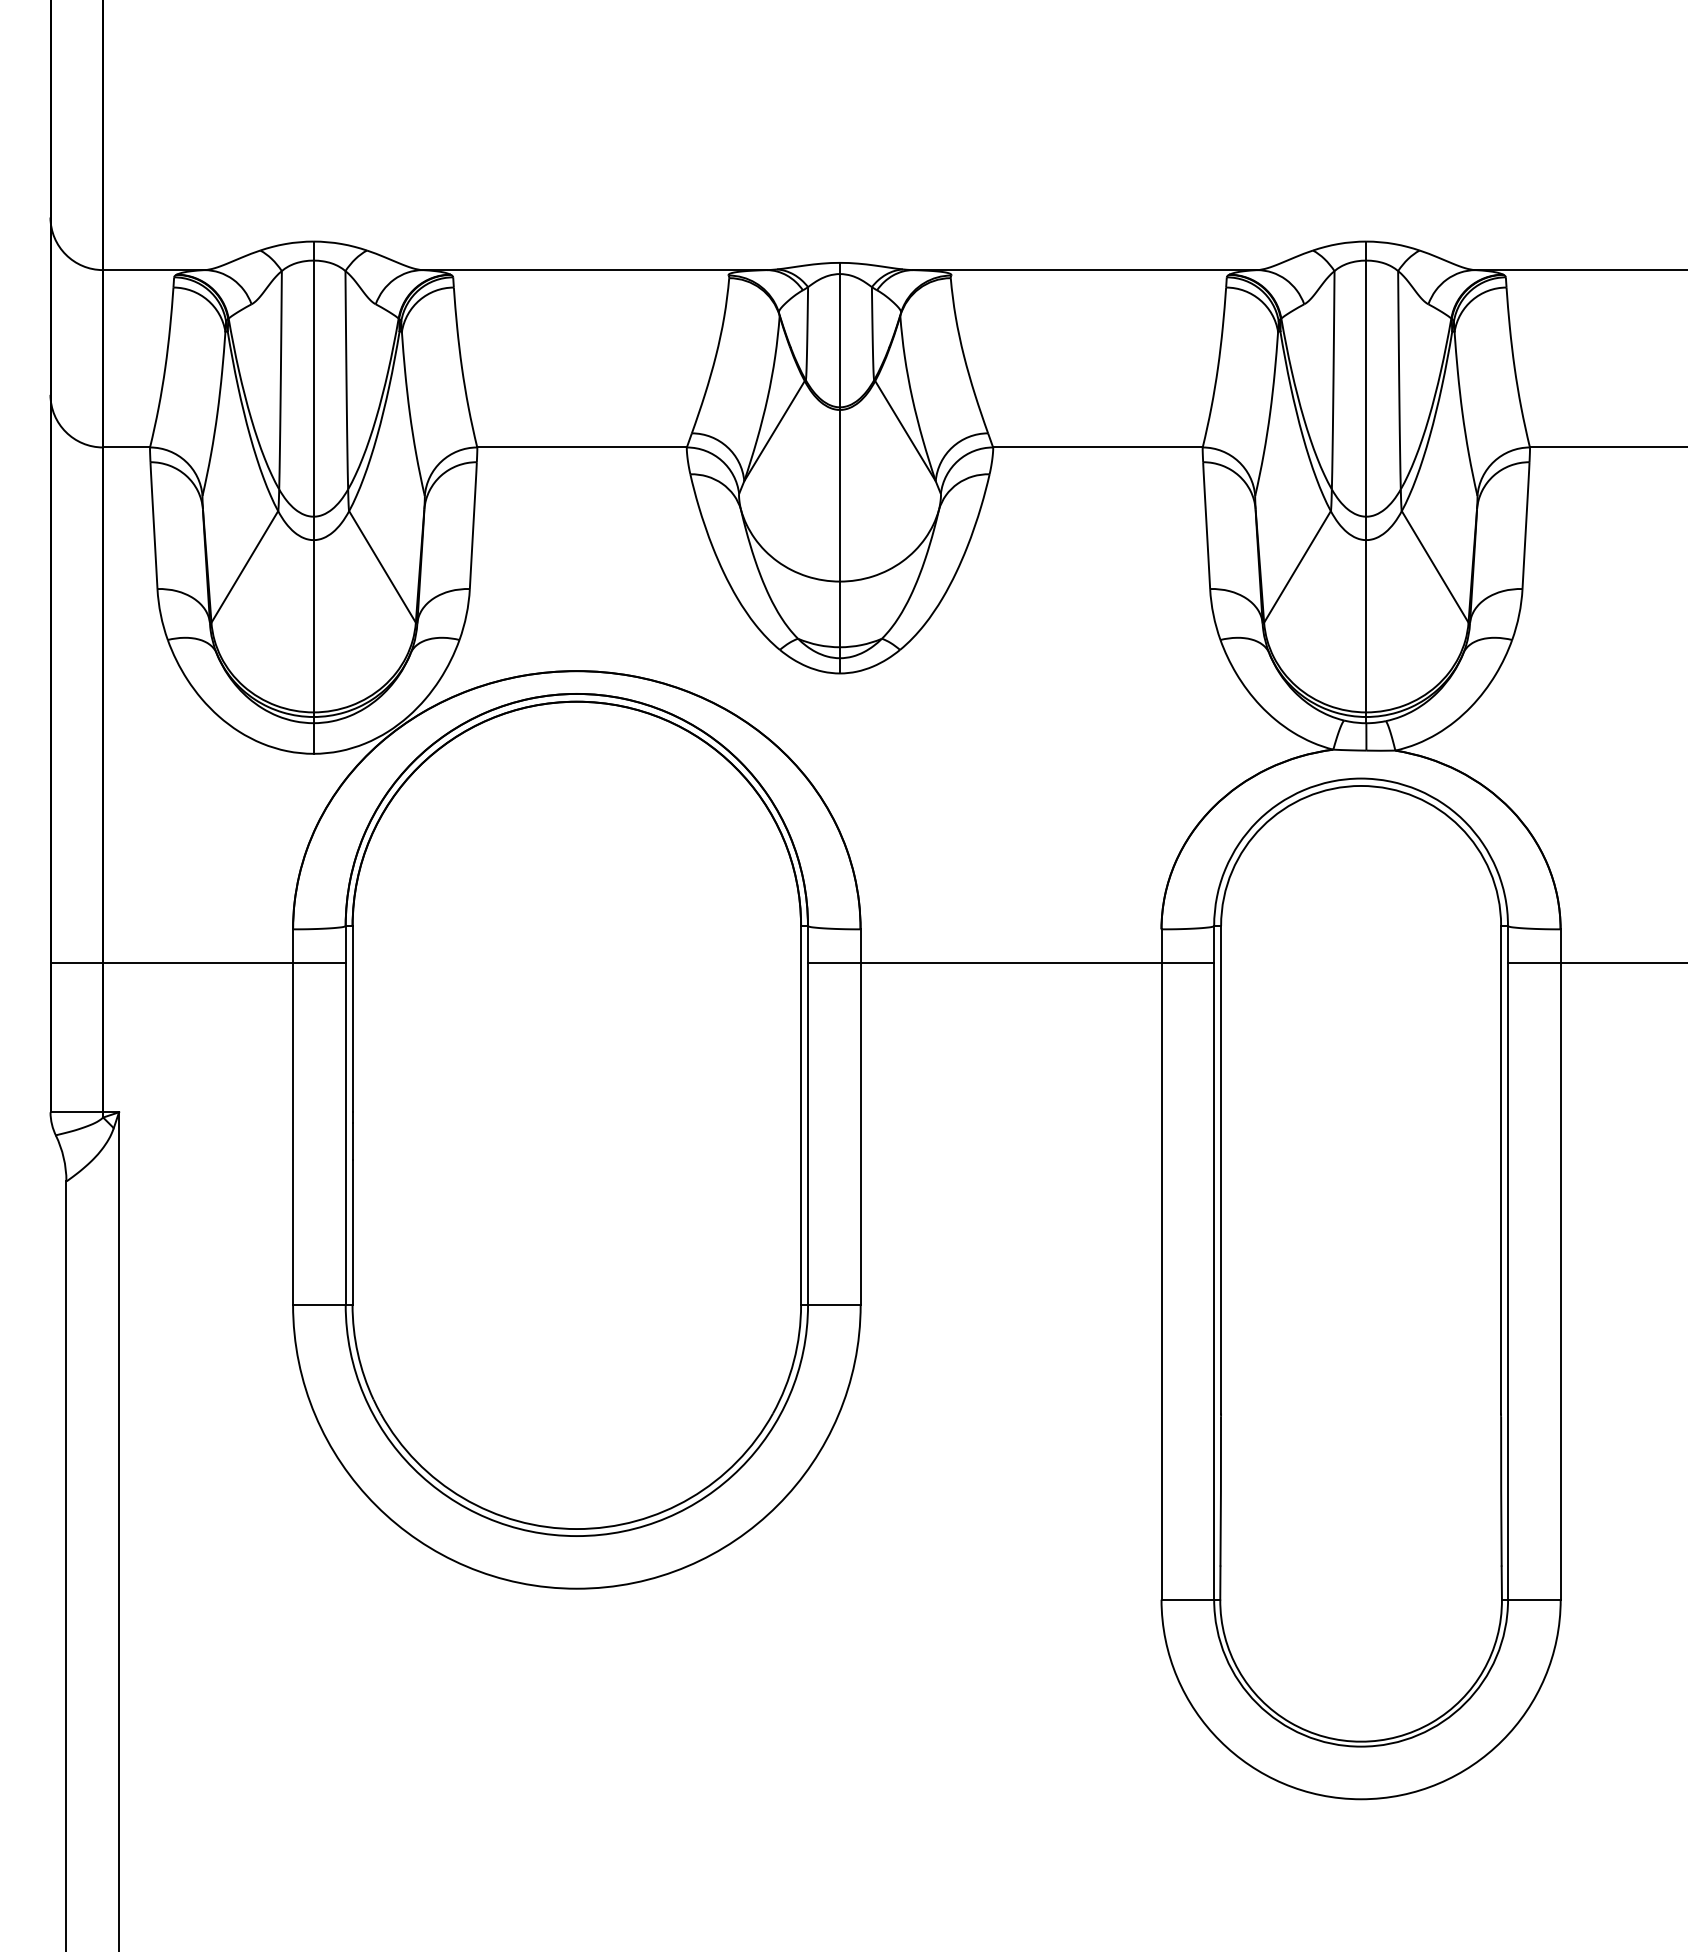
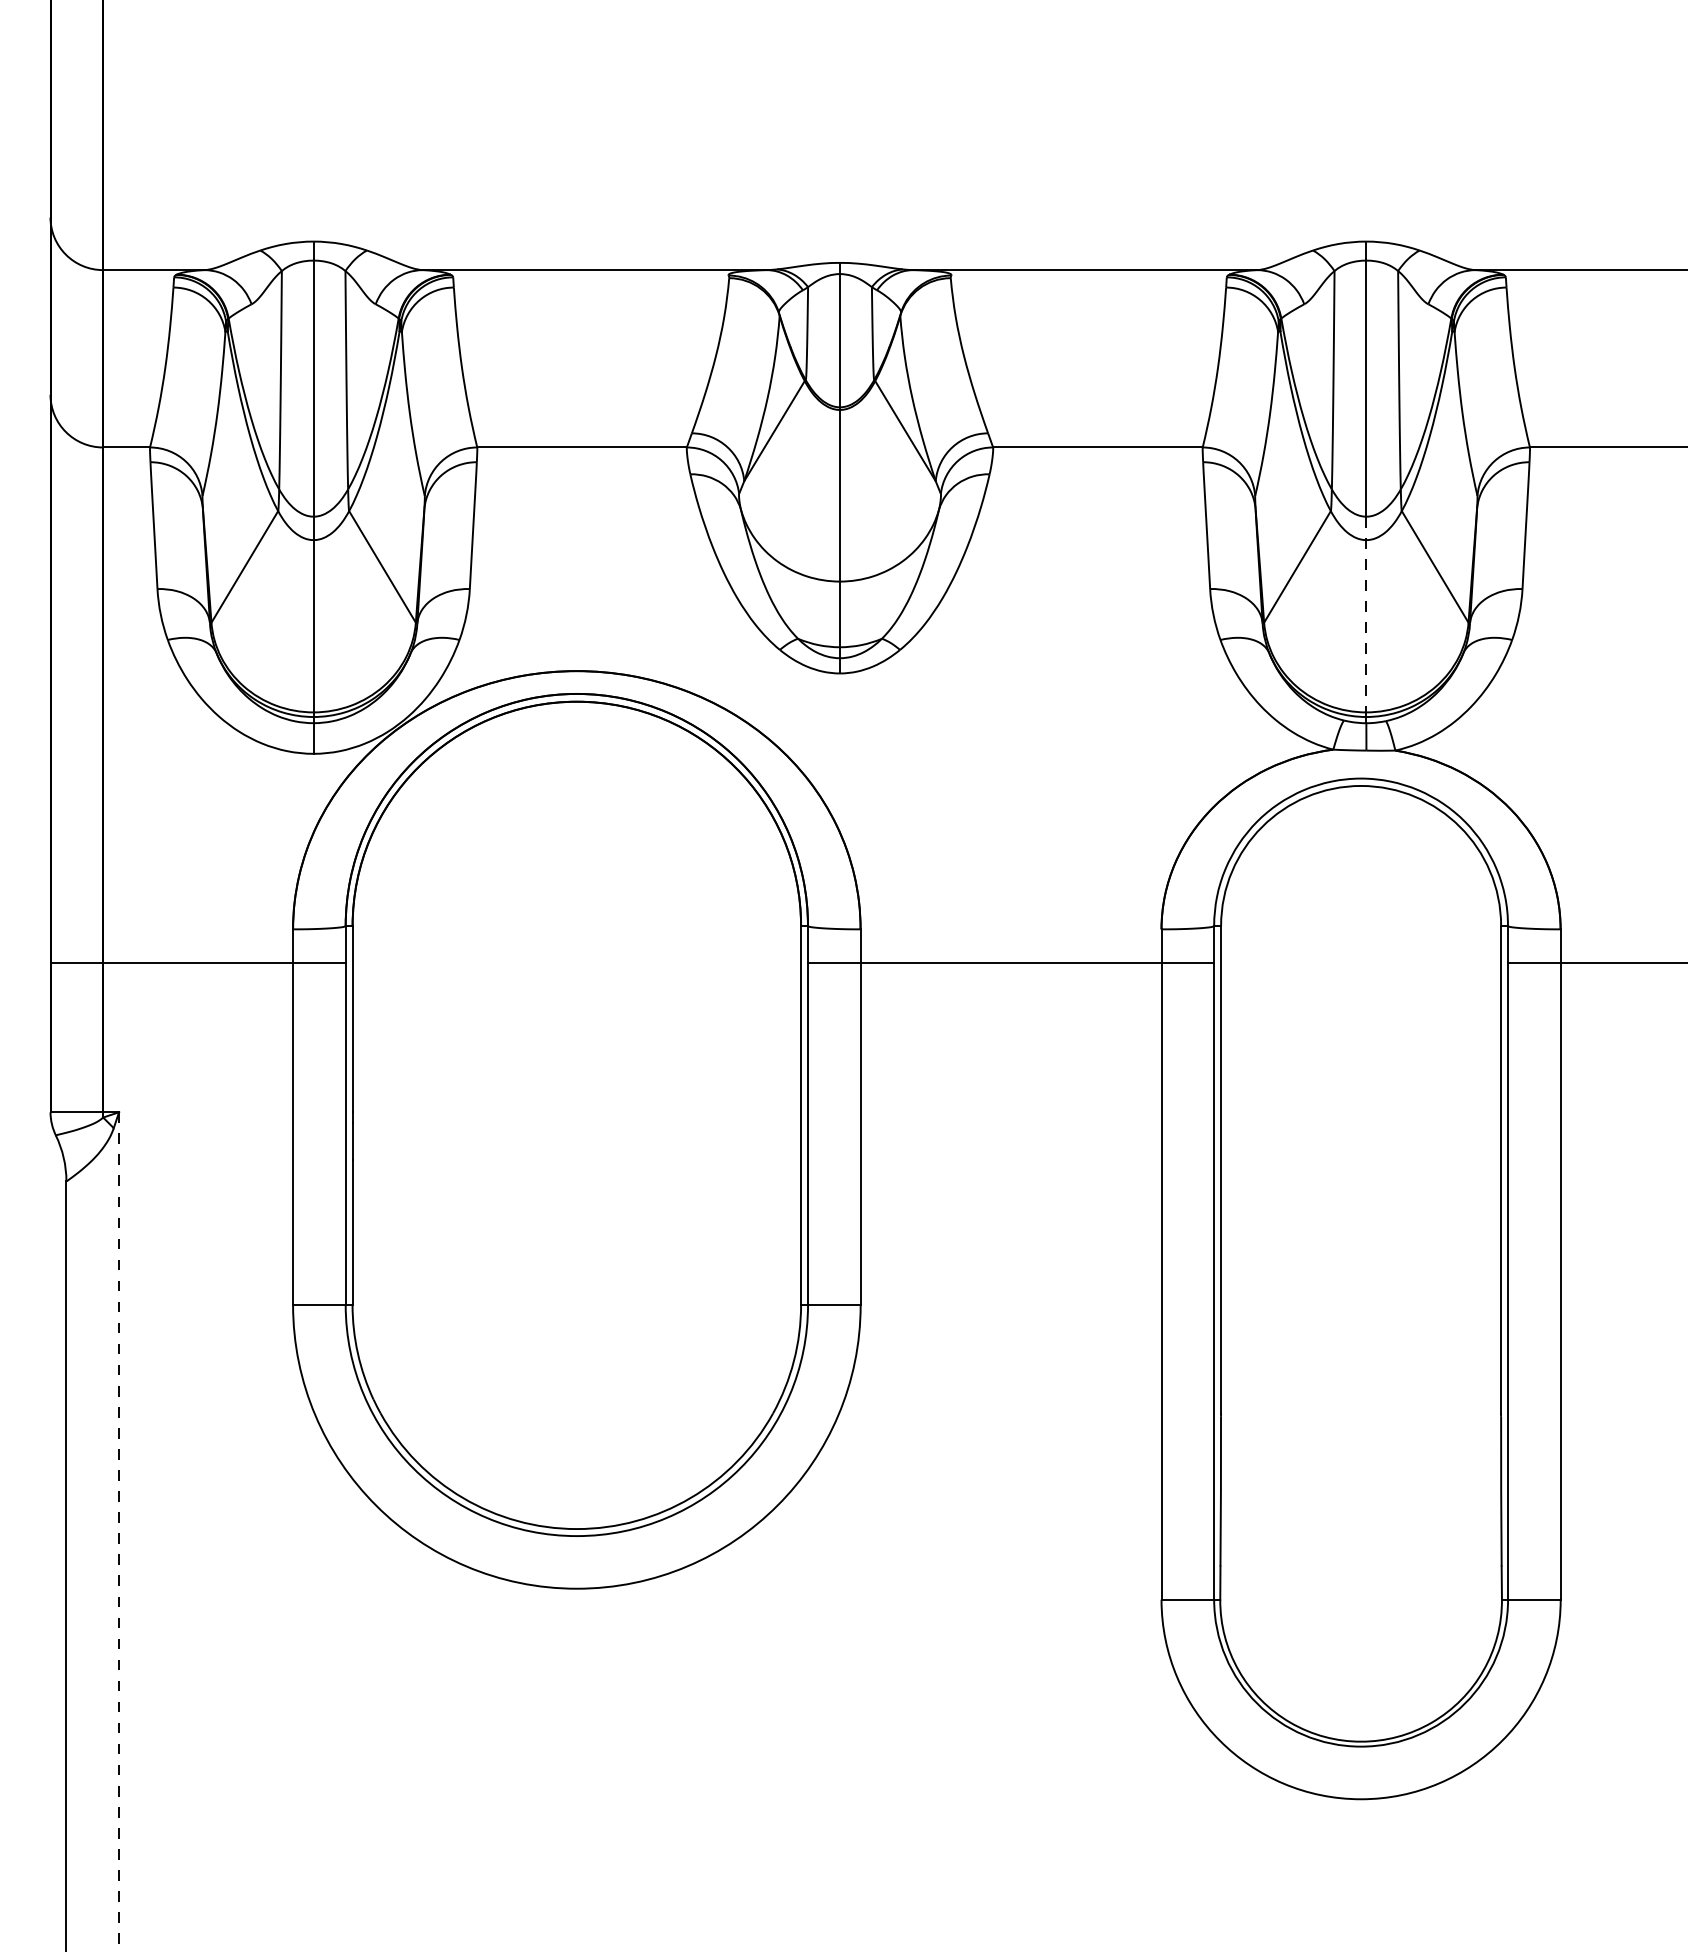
line at (1366, 616): solid -> dashed
line at (119, 1532): solid -> dashed
